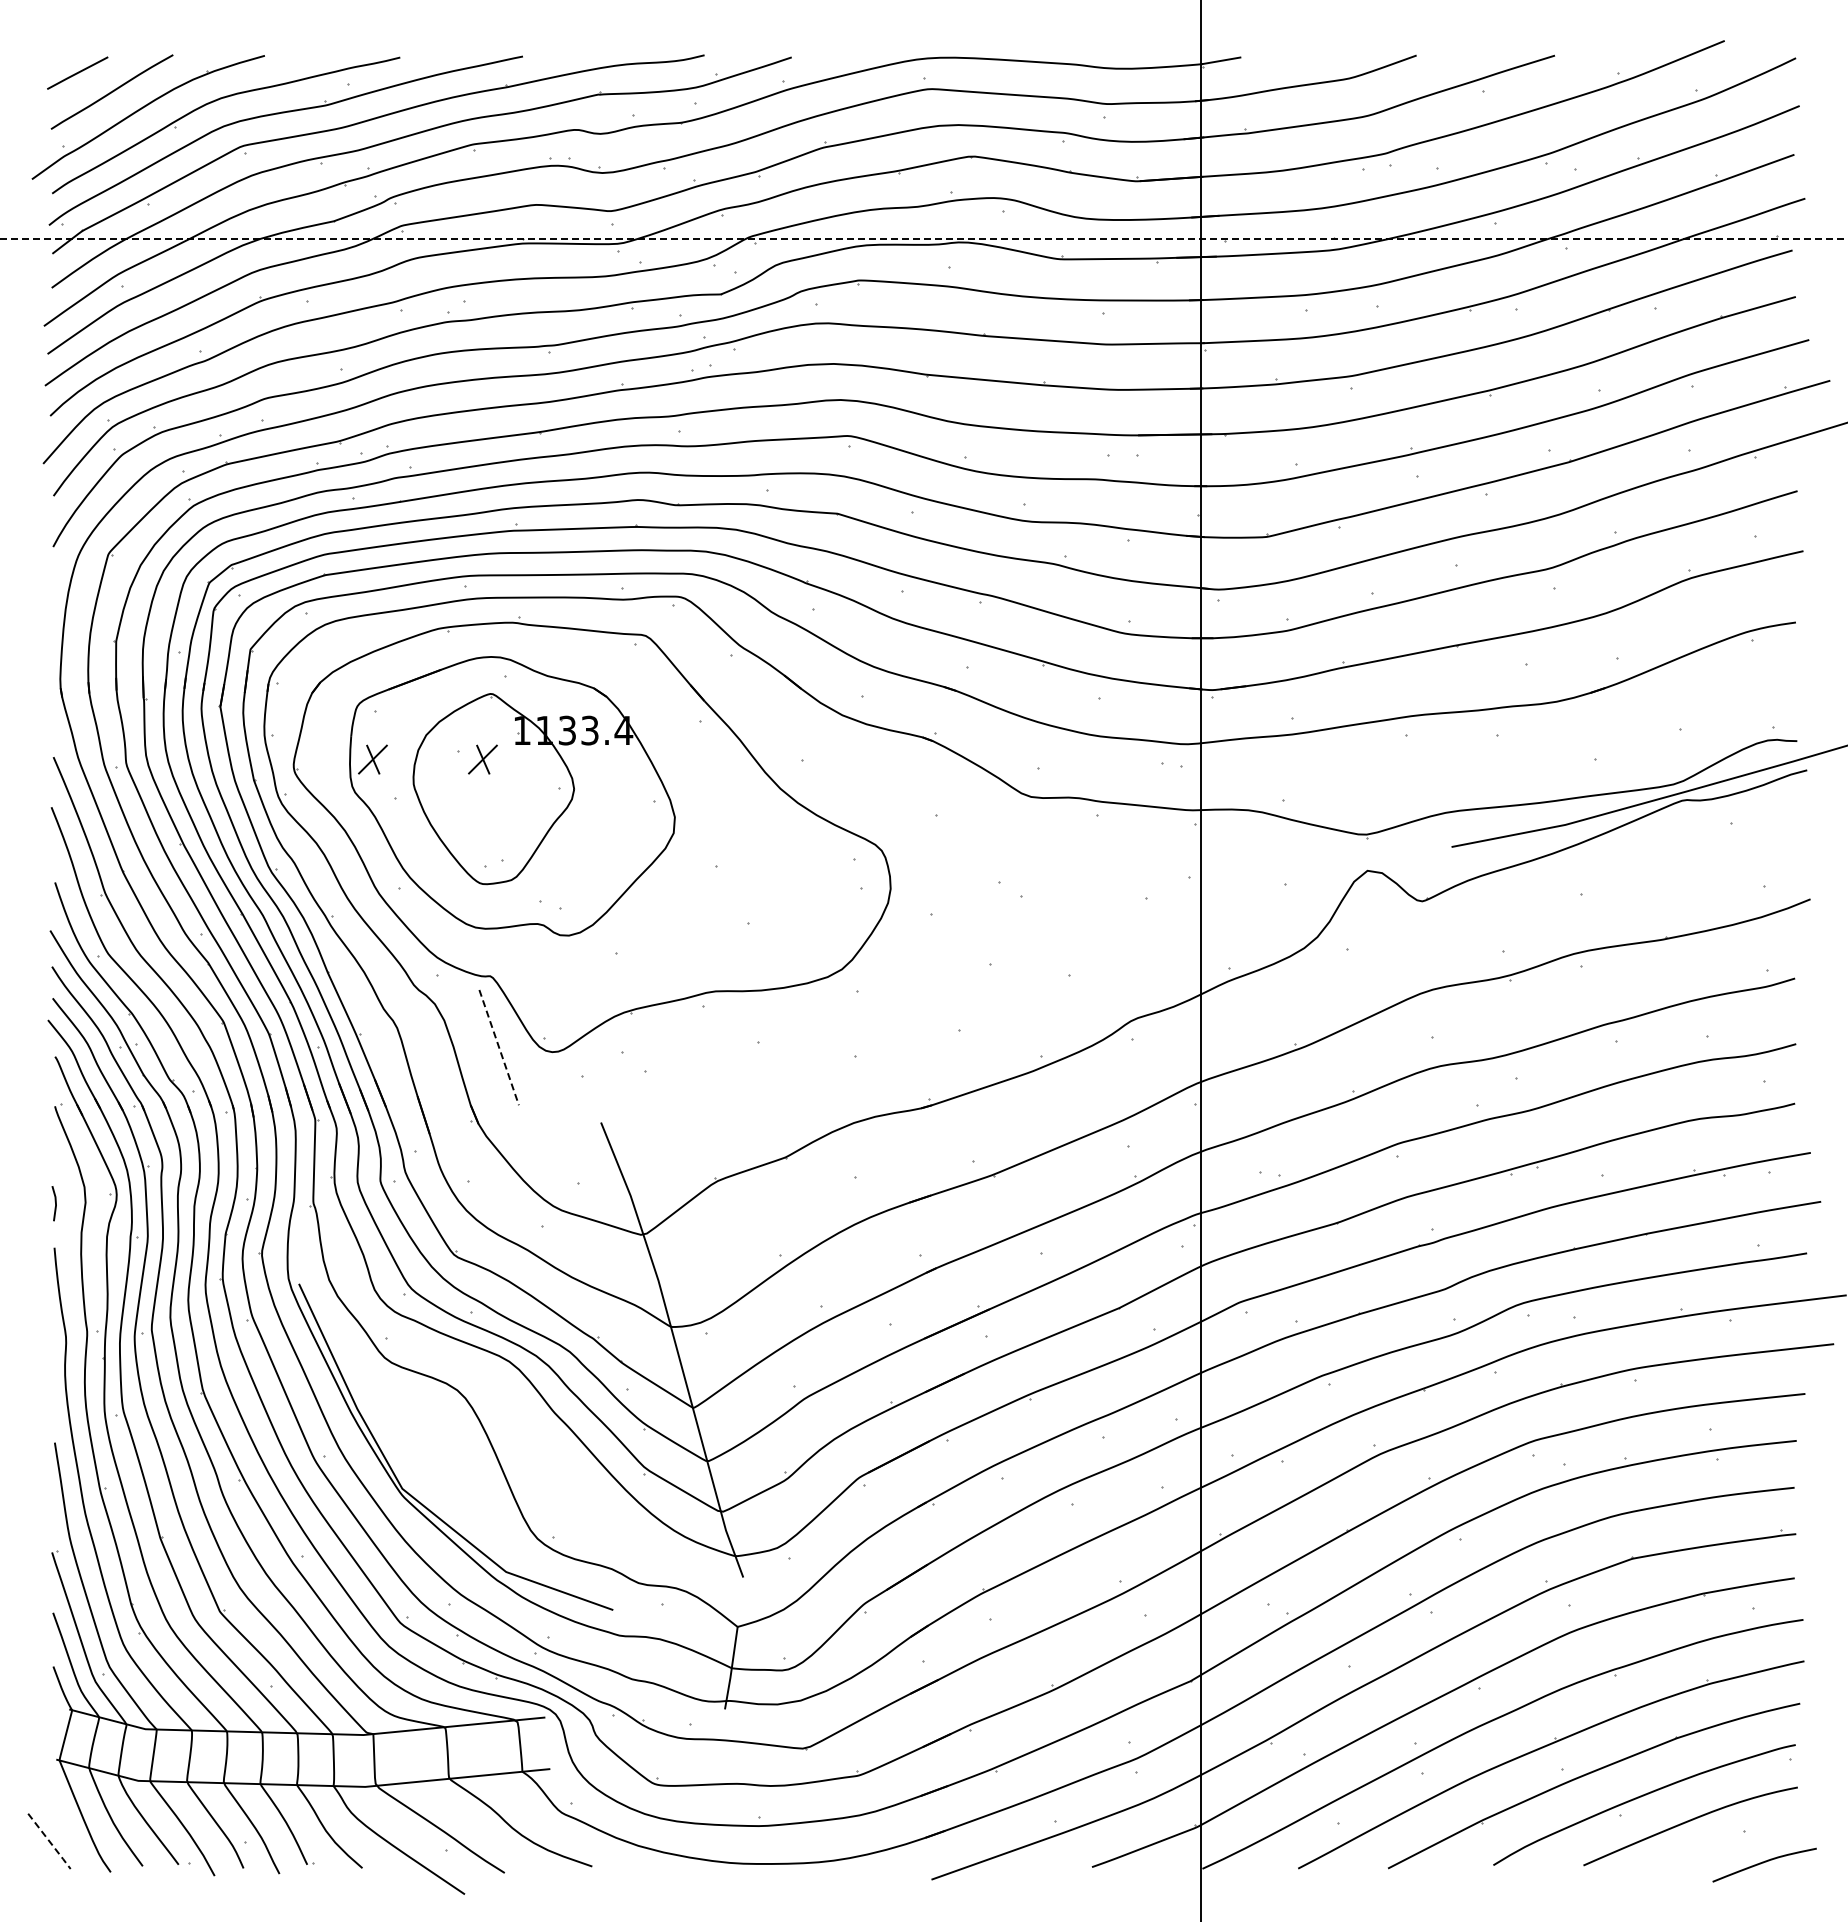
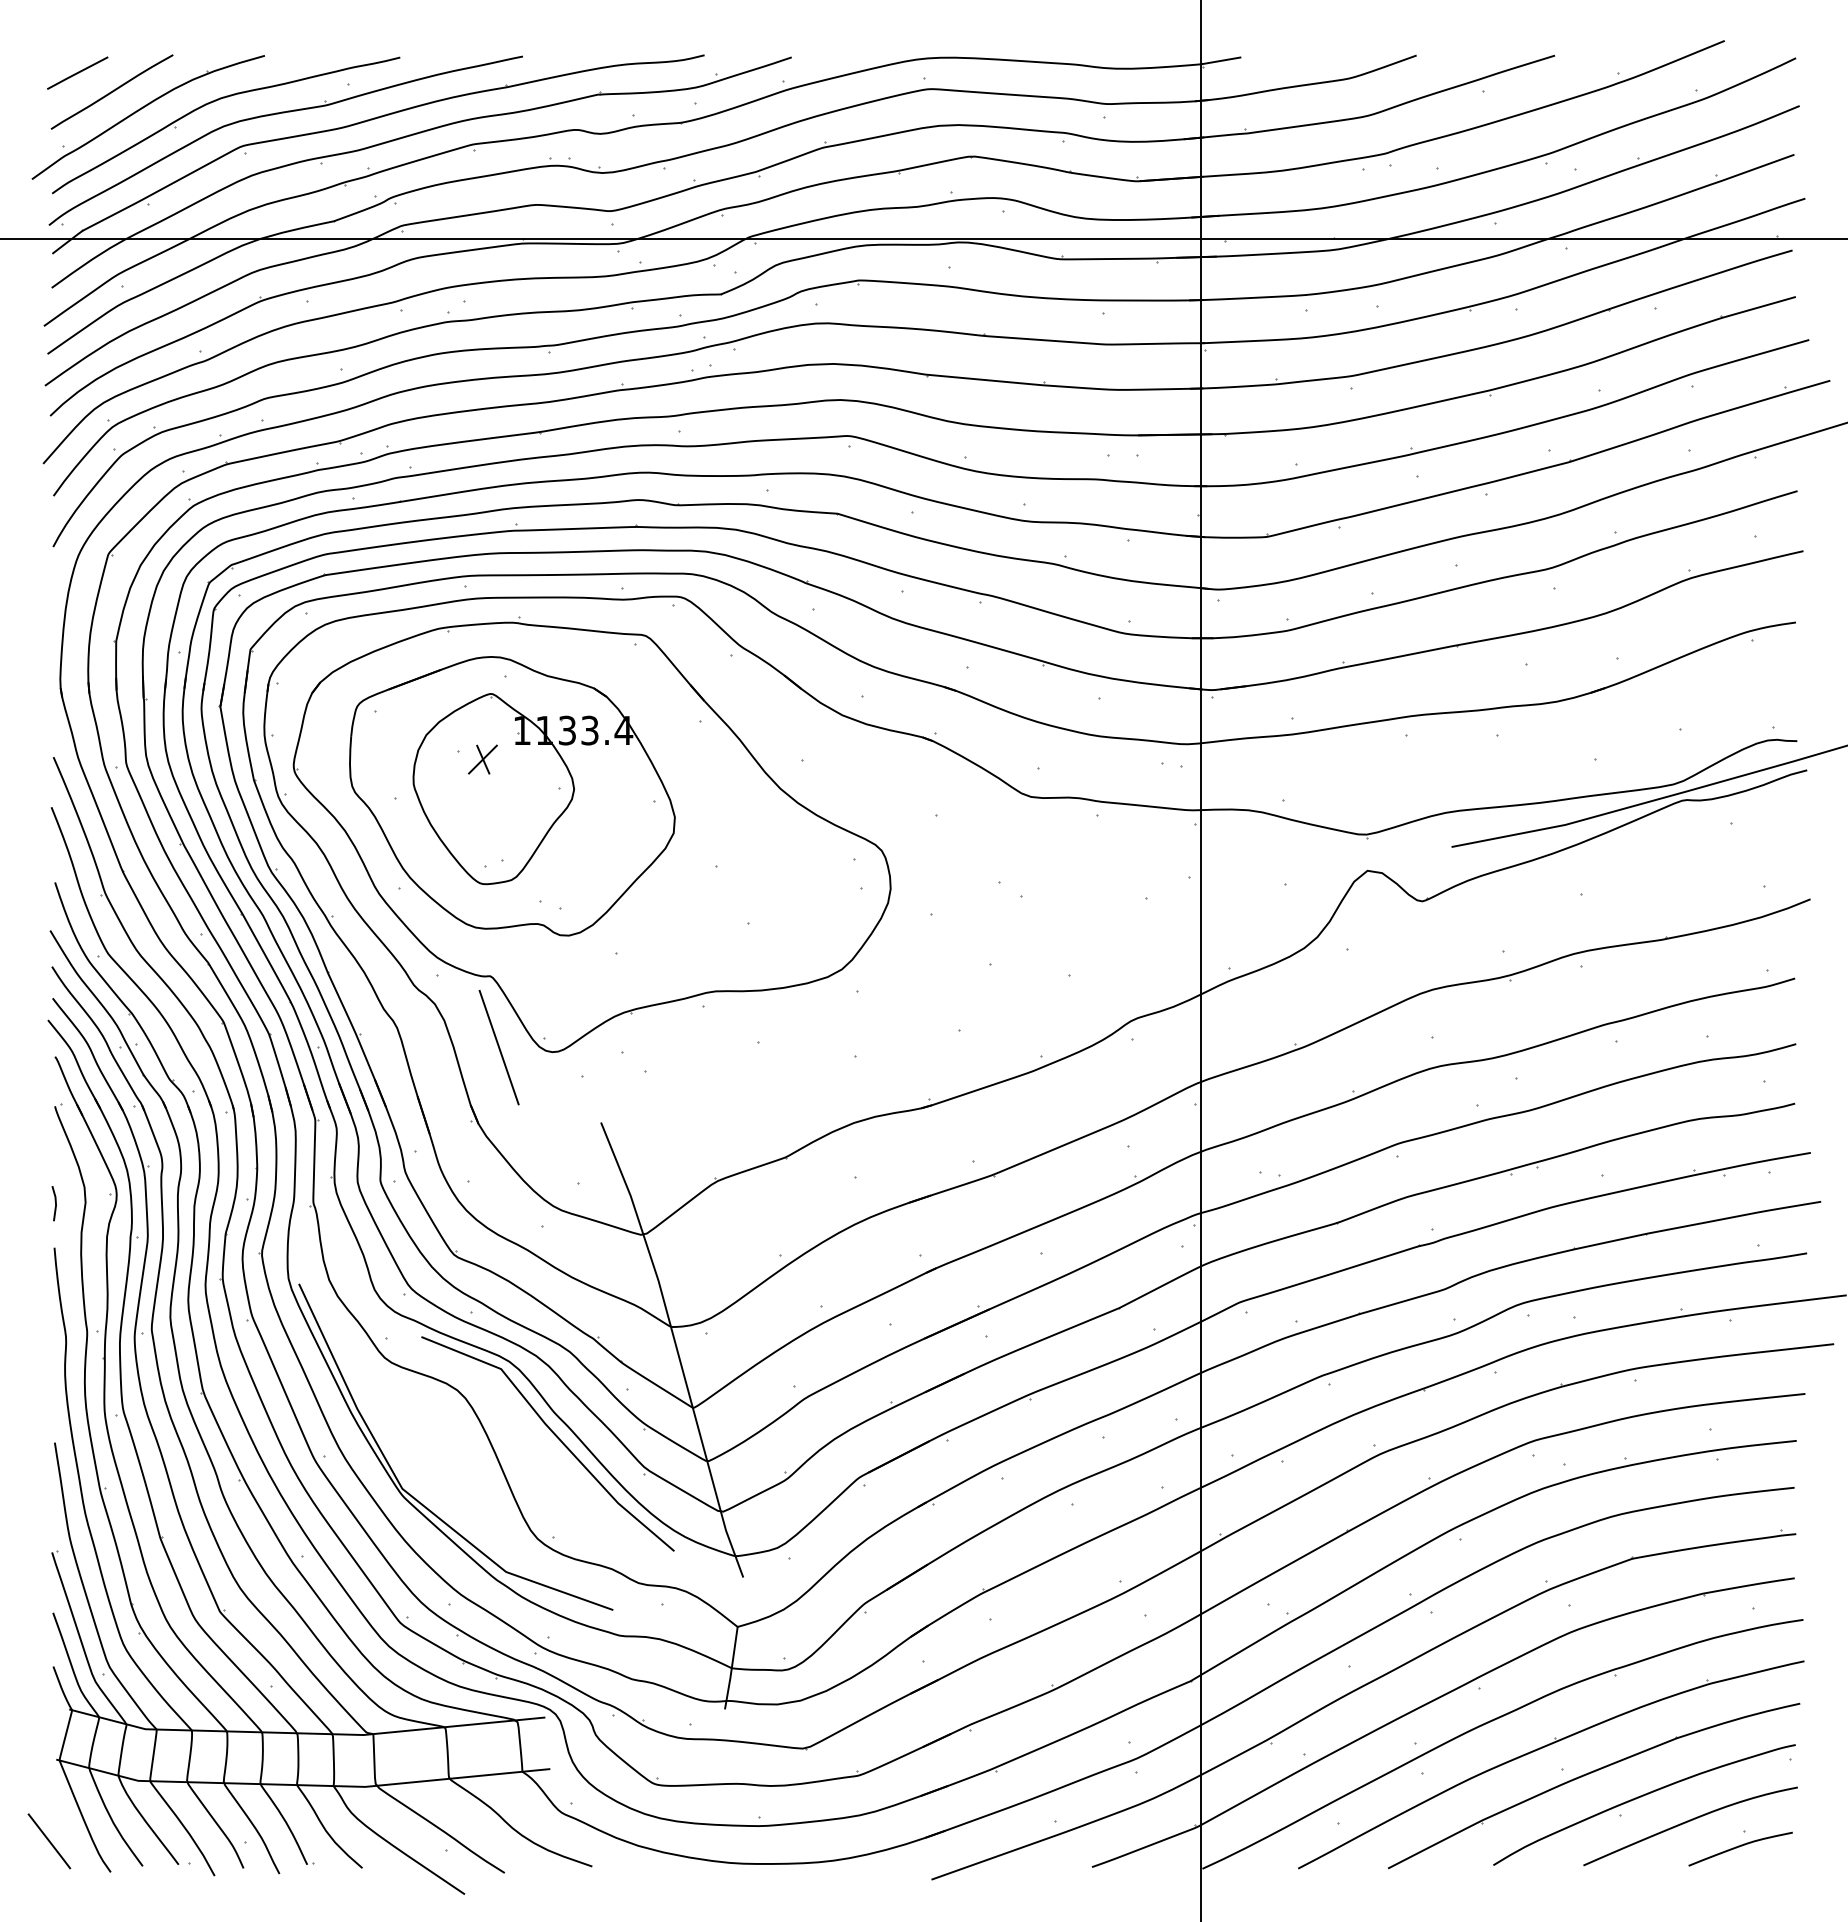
line at (924, 238): dashed -> solid
part at (372, 759): present -> none
line at (499, 1047): dashed -> solid
line at (554, 1435): none -> present
line at (49, 1841): dashed -> solid
curve at (1763, 1863) position: (1763, 1863) -> (1739, 1847)
